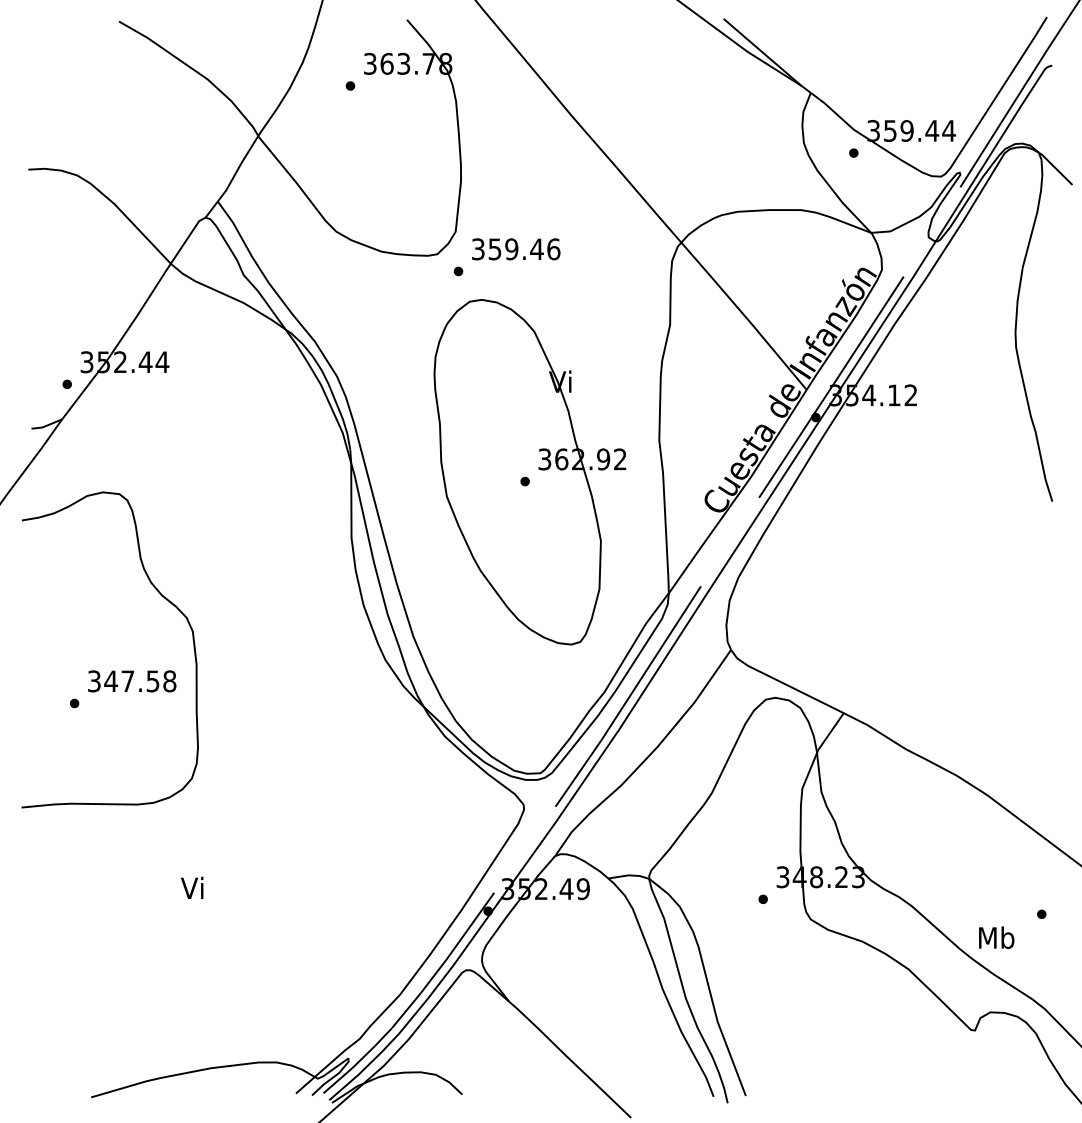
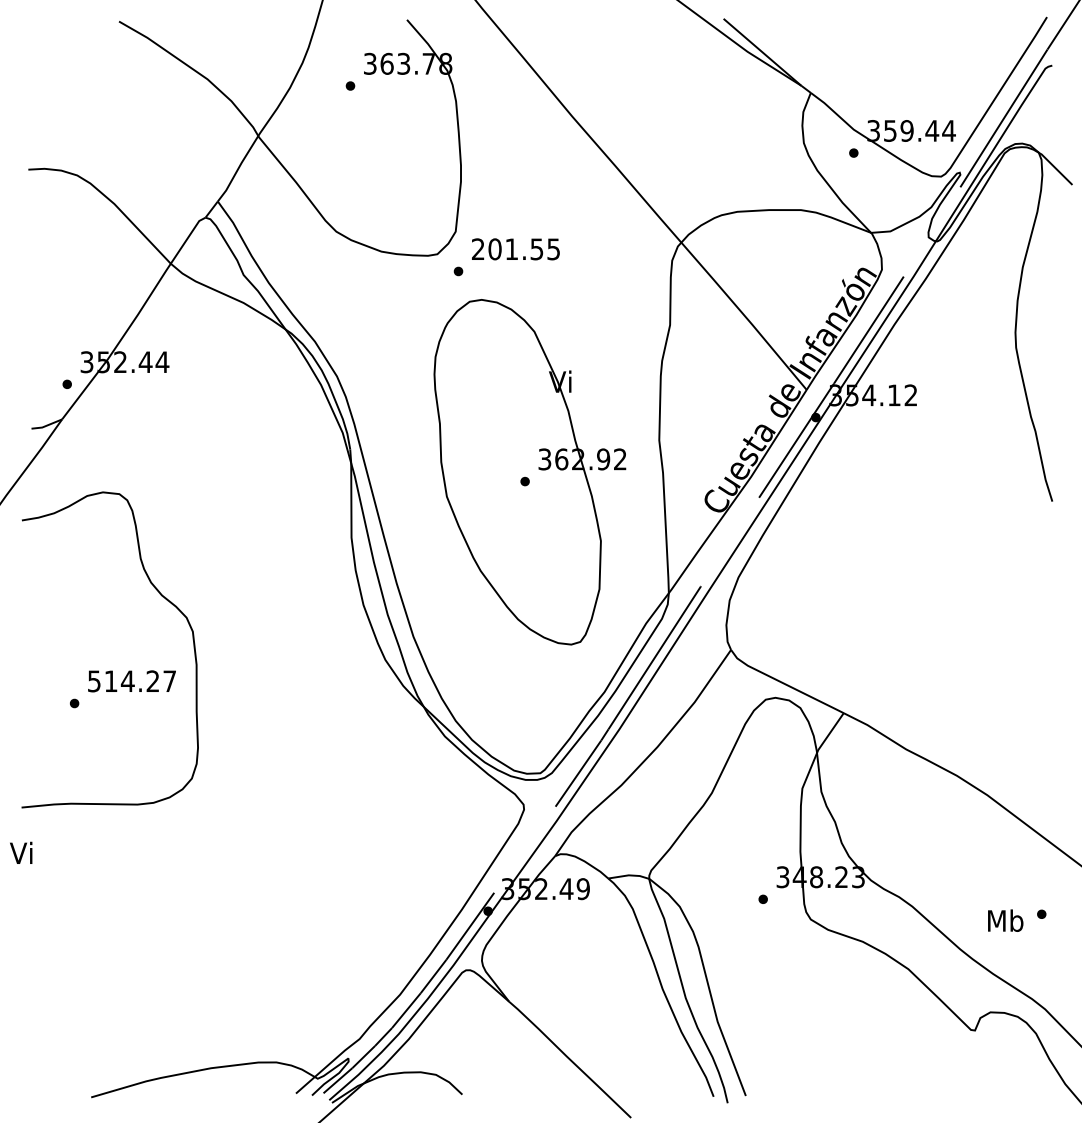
text at (516, 249): 359.46 -> 201.55
text at (132, 681): 347.58 -> 514.27
text at (192, 887) position: (192, 887) -> (21, 852)
text at (996, 937) position: (996, 937) -> (1005, 920)
